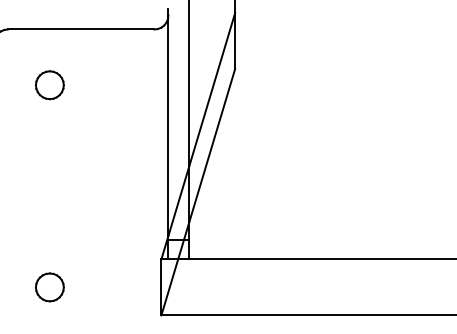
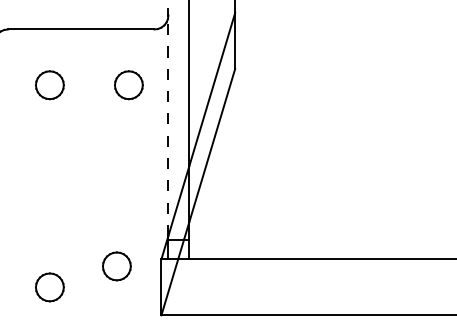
part at (128, 85): none -> present
line at (168, 125): solid -> dashed
part at (116, 266): none -> present
